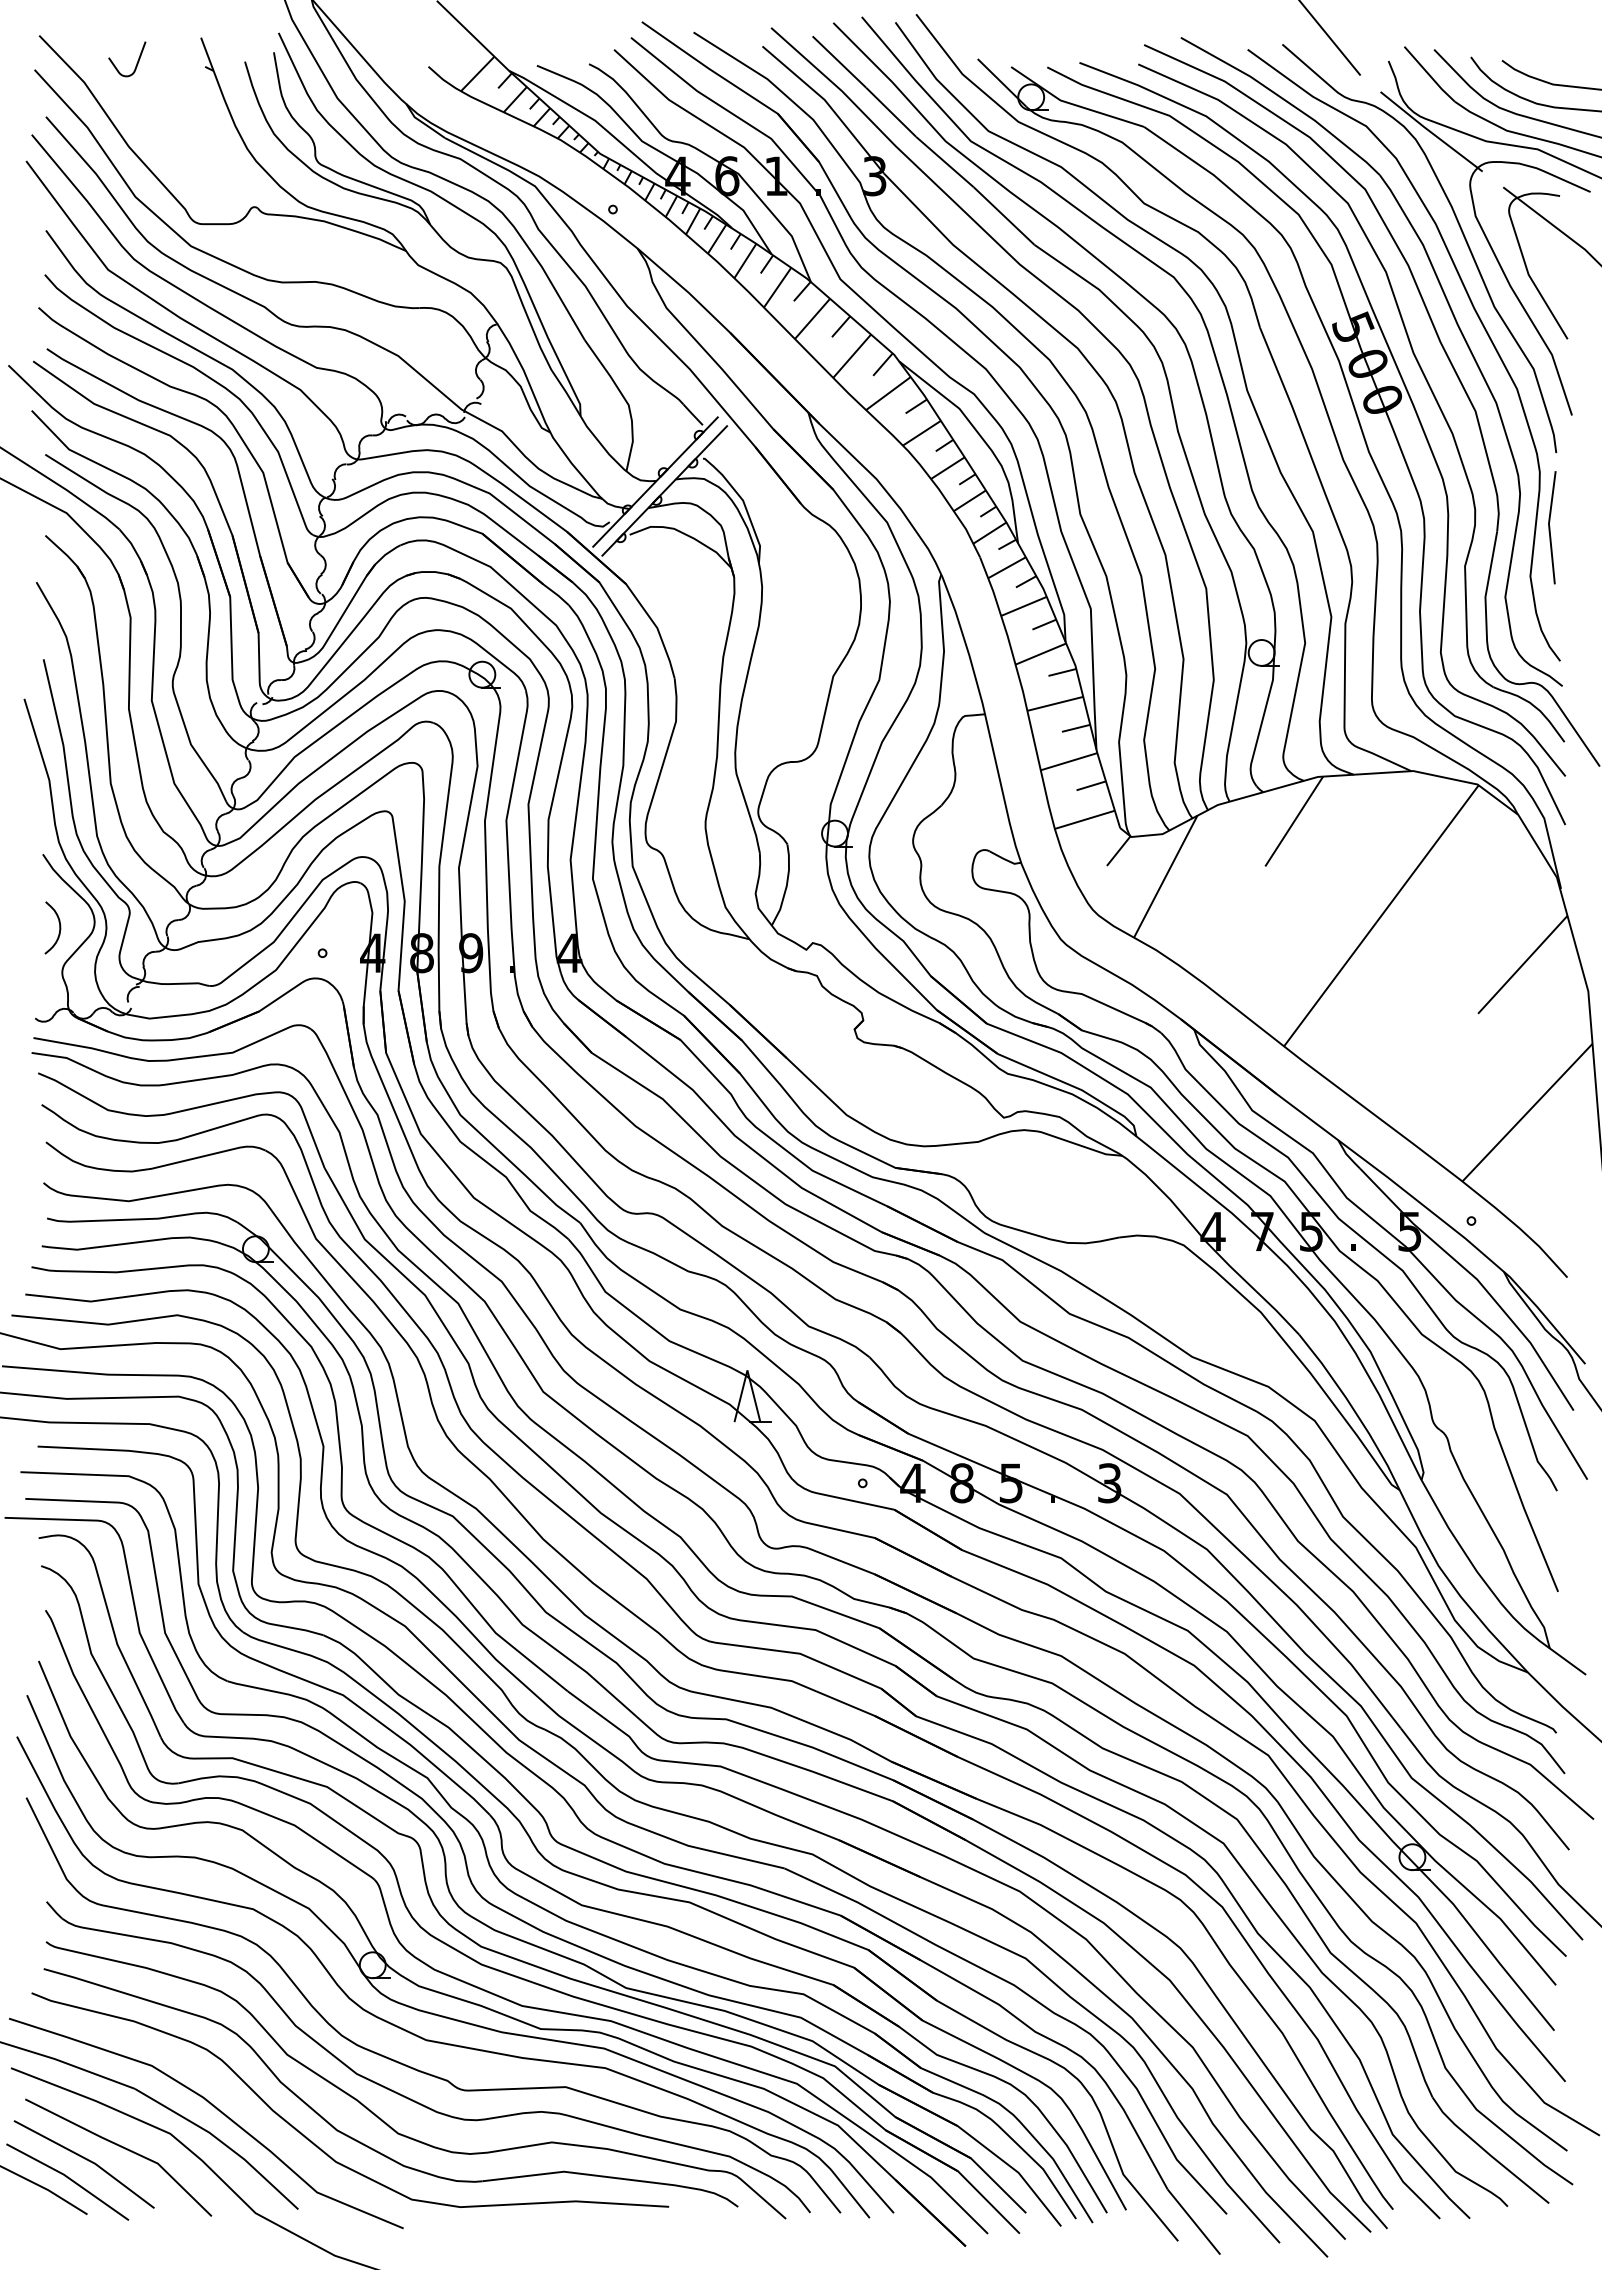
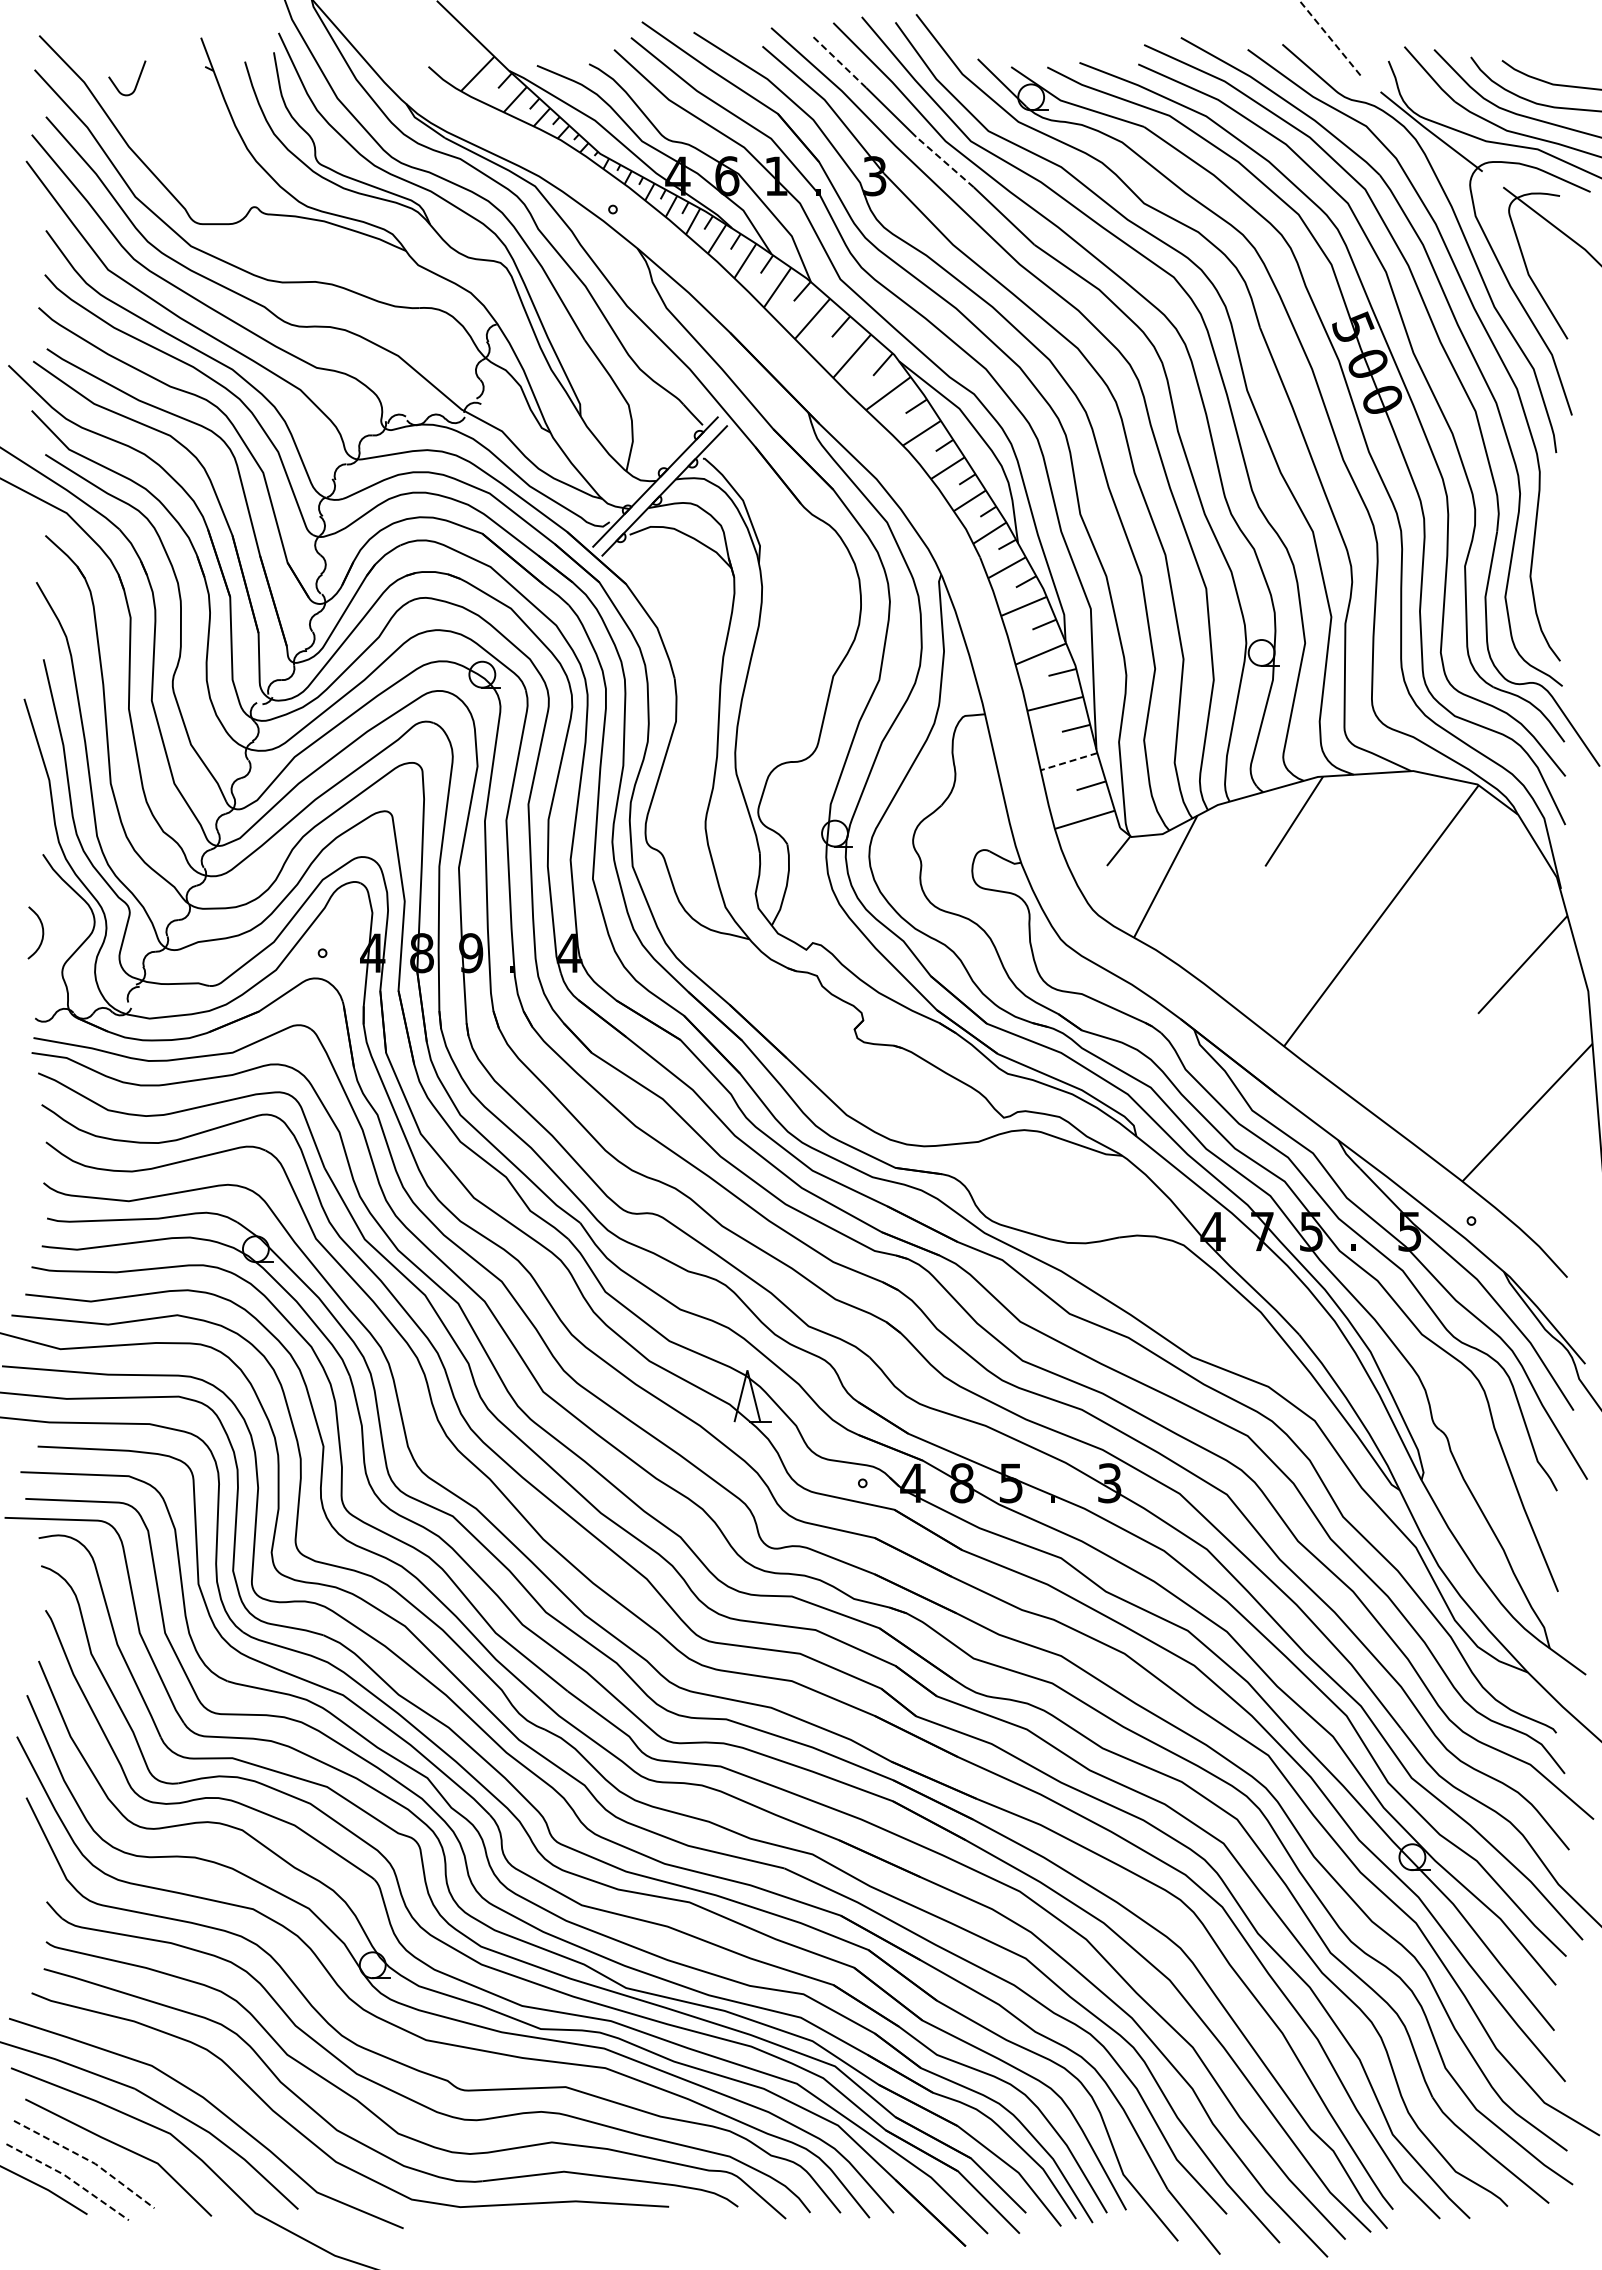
line at (1329, 37): solid -> dashed
line at (839, 61): solid -> dashed
curve at (136, 63) position: (136, 63) -> (136, 82)
line at (944, 161): solid -> dashed
line at (1550, 527): present -> none
line at (1069, 761): solid -> dashed
curve at (59, 927) position: (59, 927) -> (42, 932)
line at (88, 2160): solid -> dashed
line at (69, 2178): solid -> dashed
